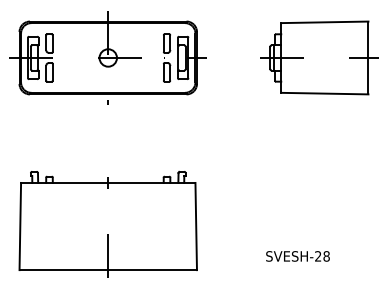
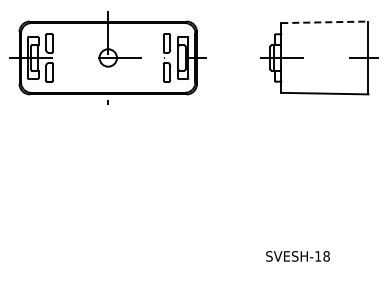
line at (324, 22): solid -> dashed
part at (107, 223): present -> none
text at (317, 256): SVESH-28 -> SVESH-18
